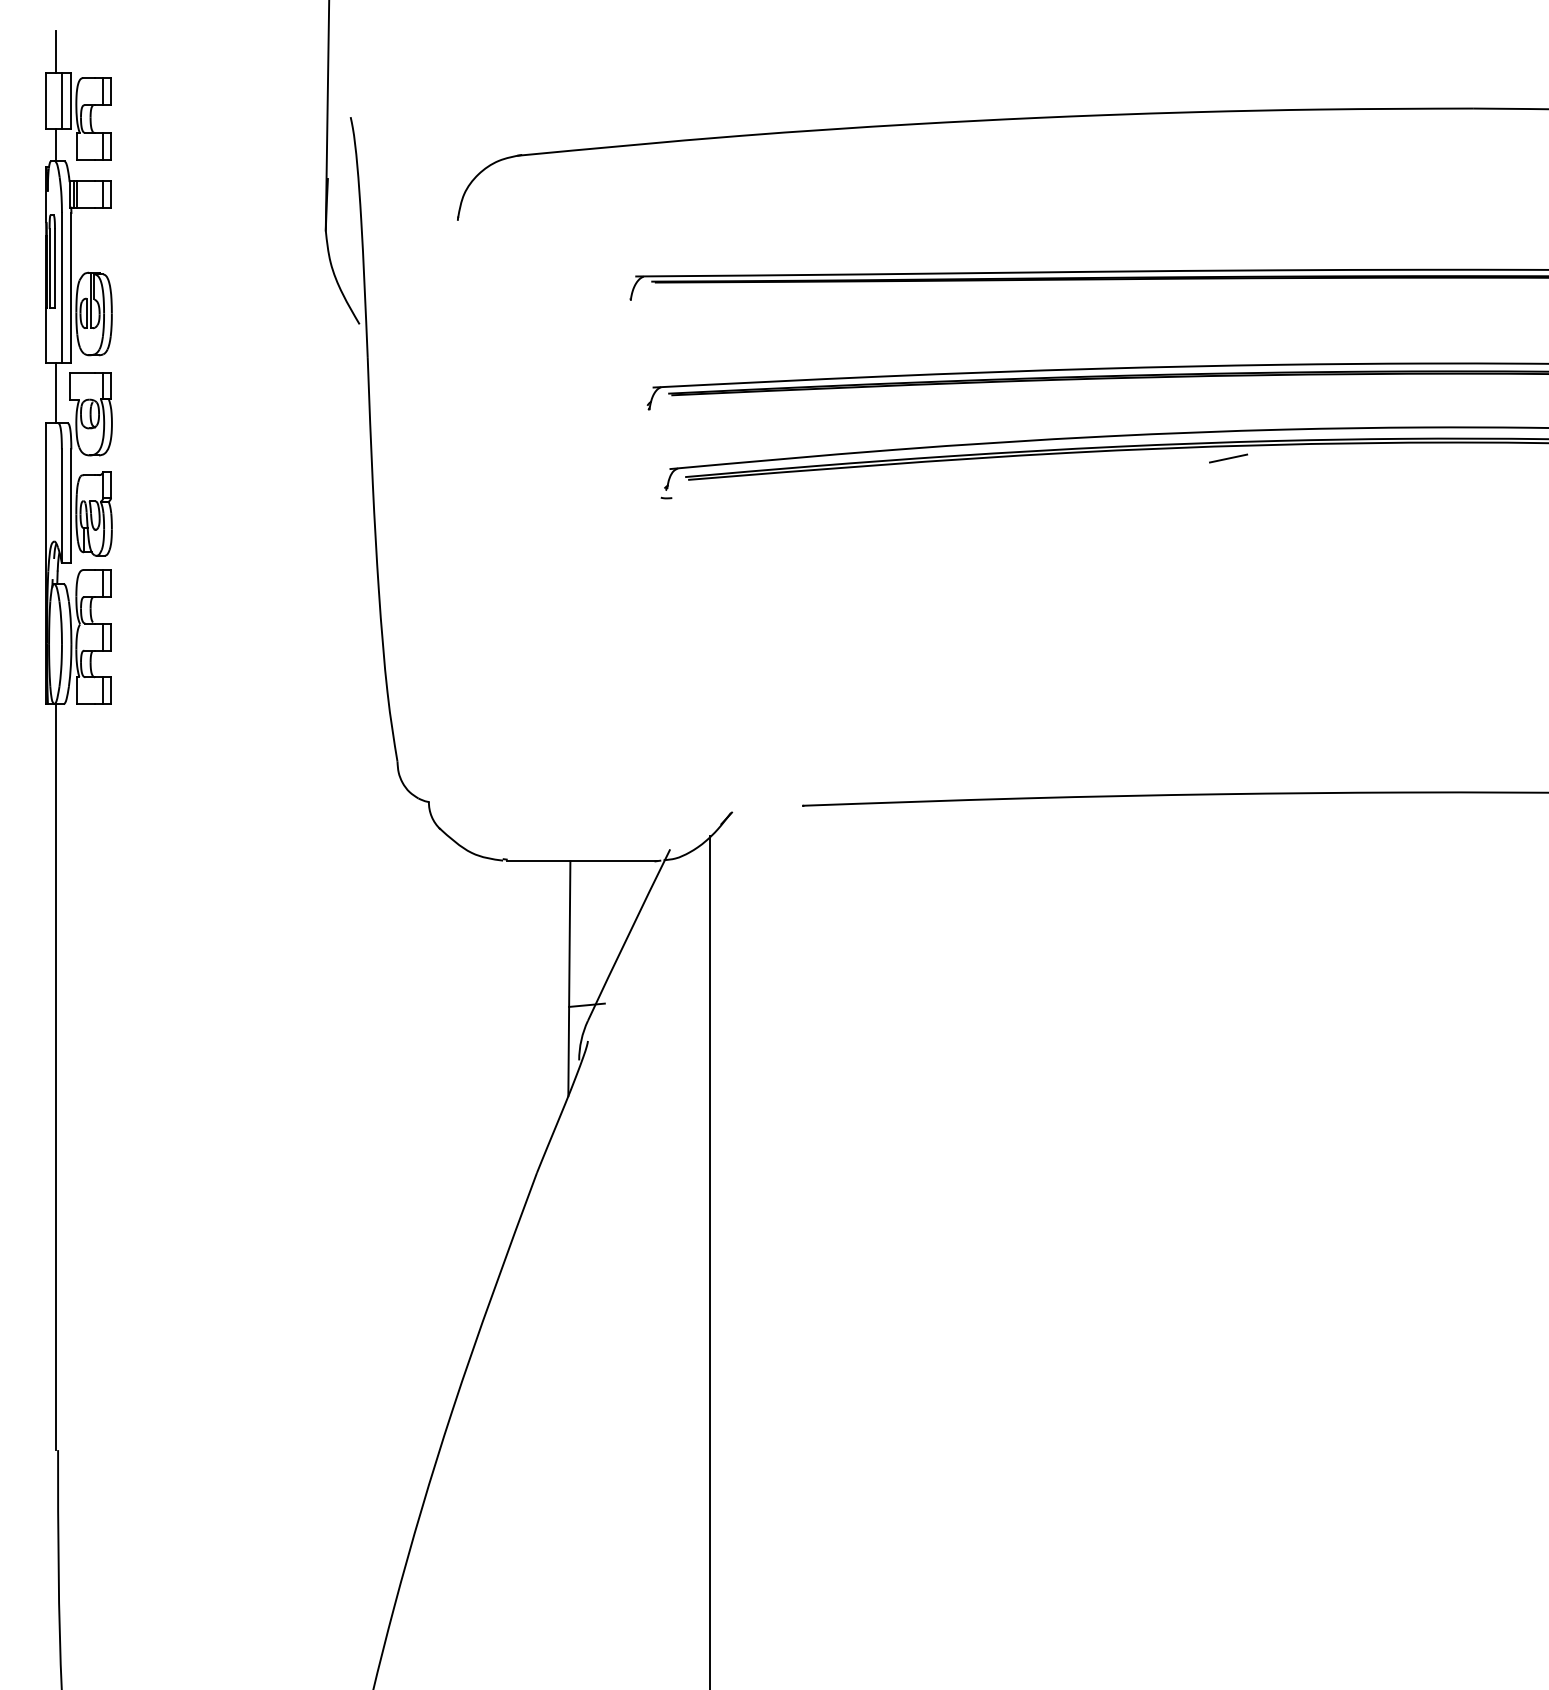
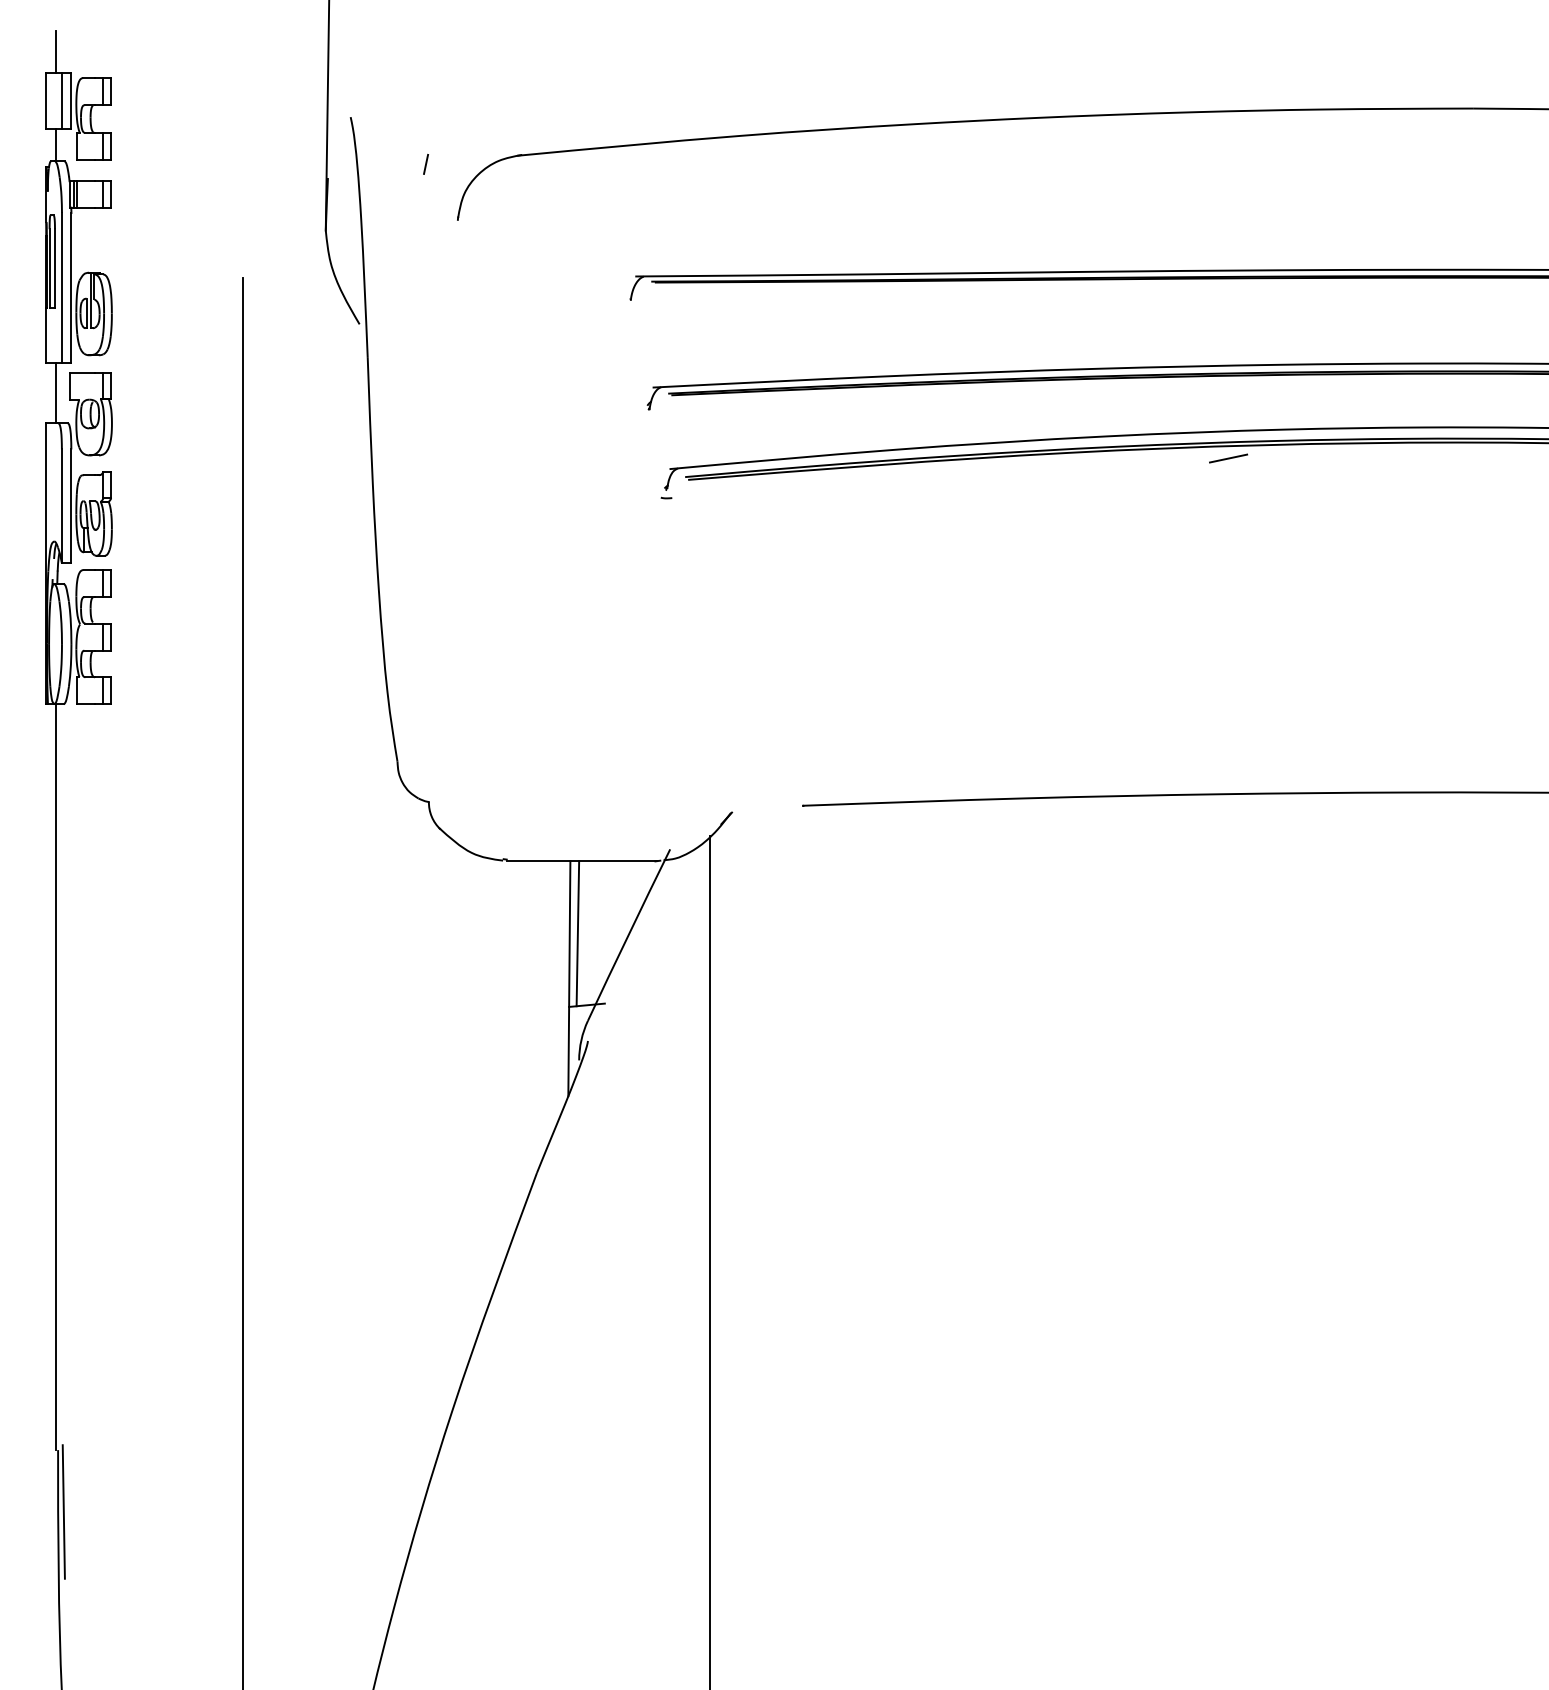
line at (425, 164): none -> present
line at (577, 933): none -> present
line at (242, 981): none -> present
line at (63, 1511): none -> present
